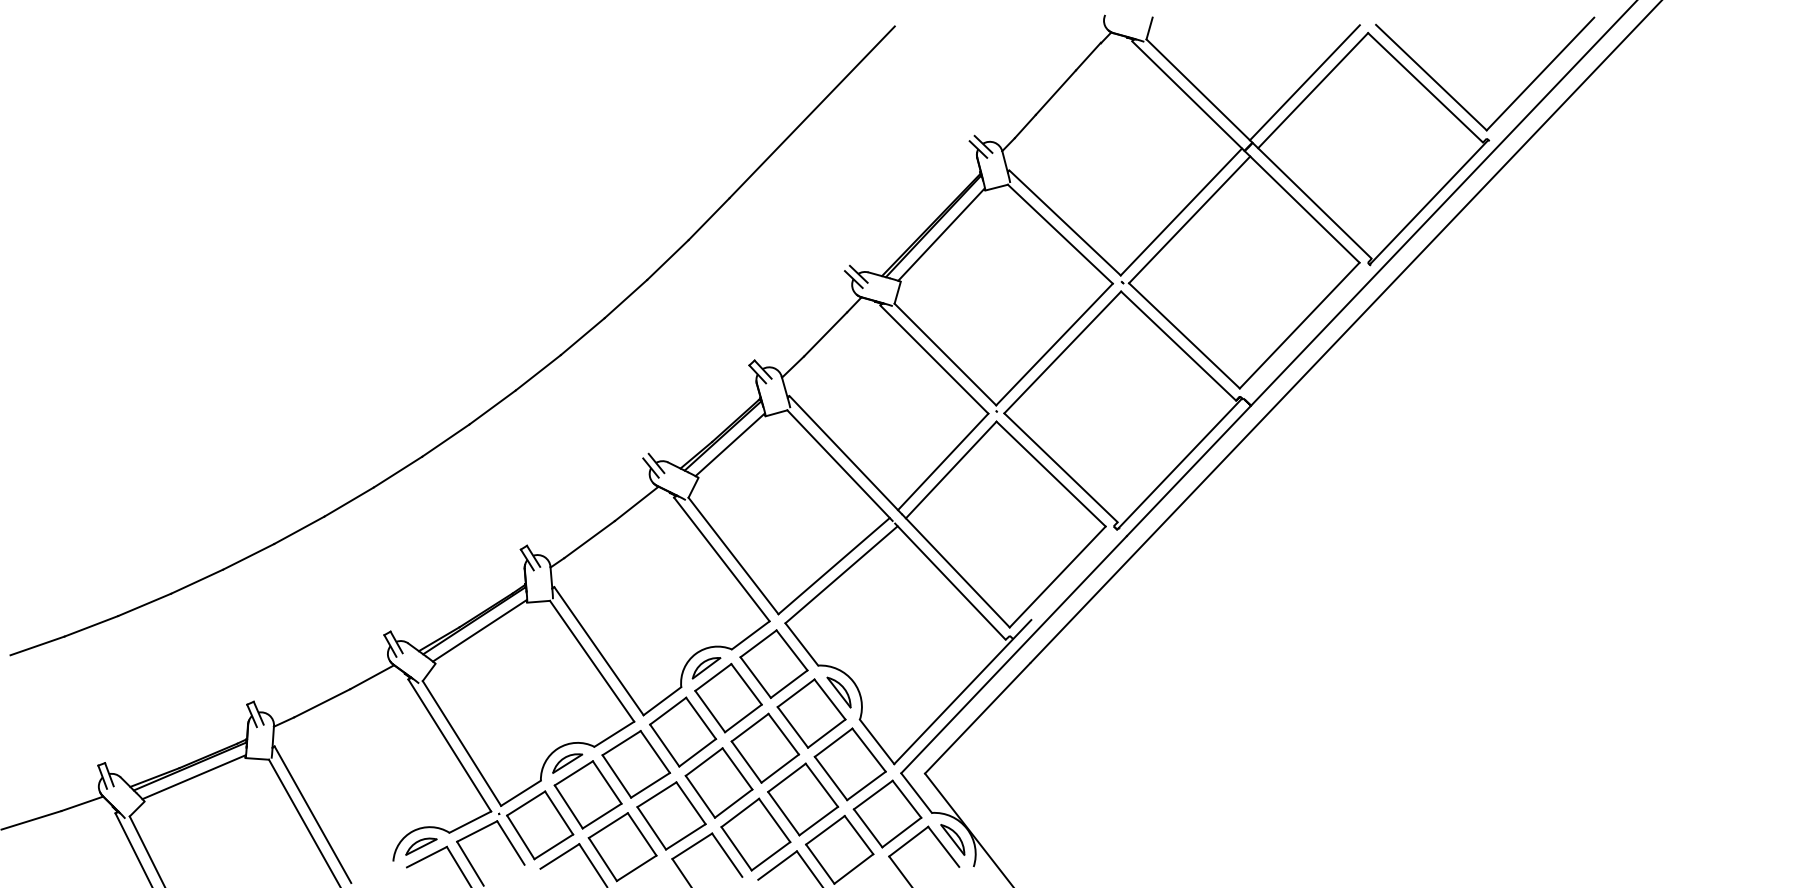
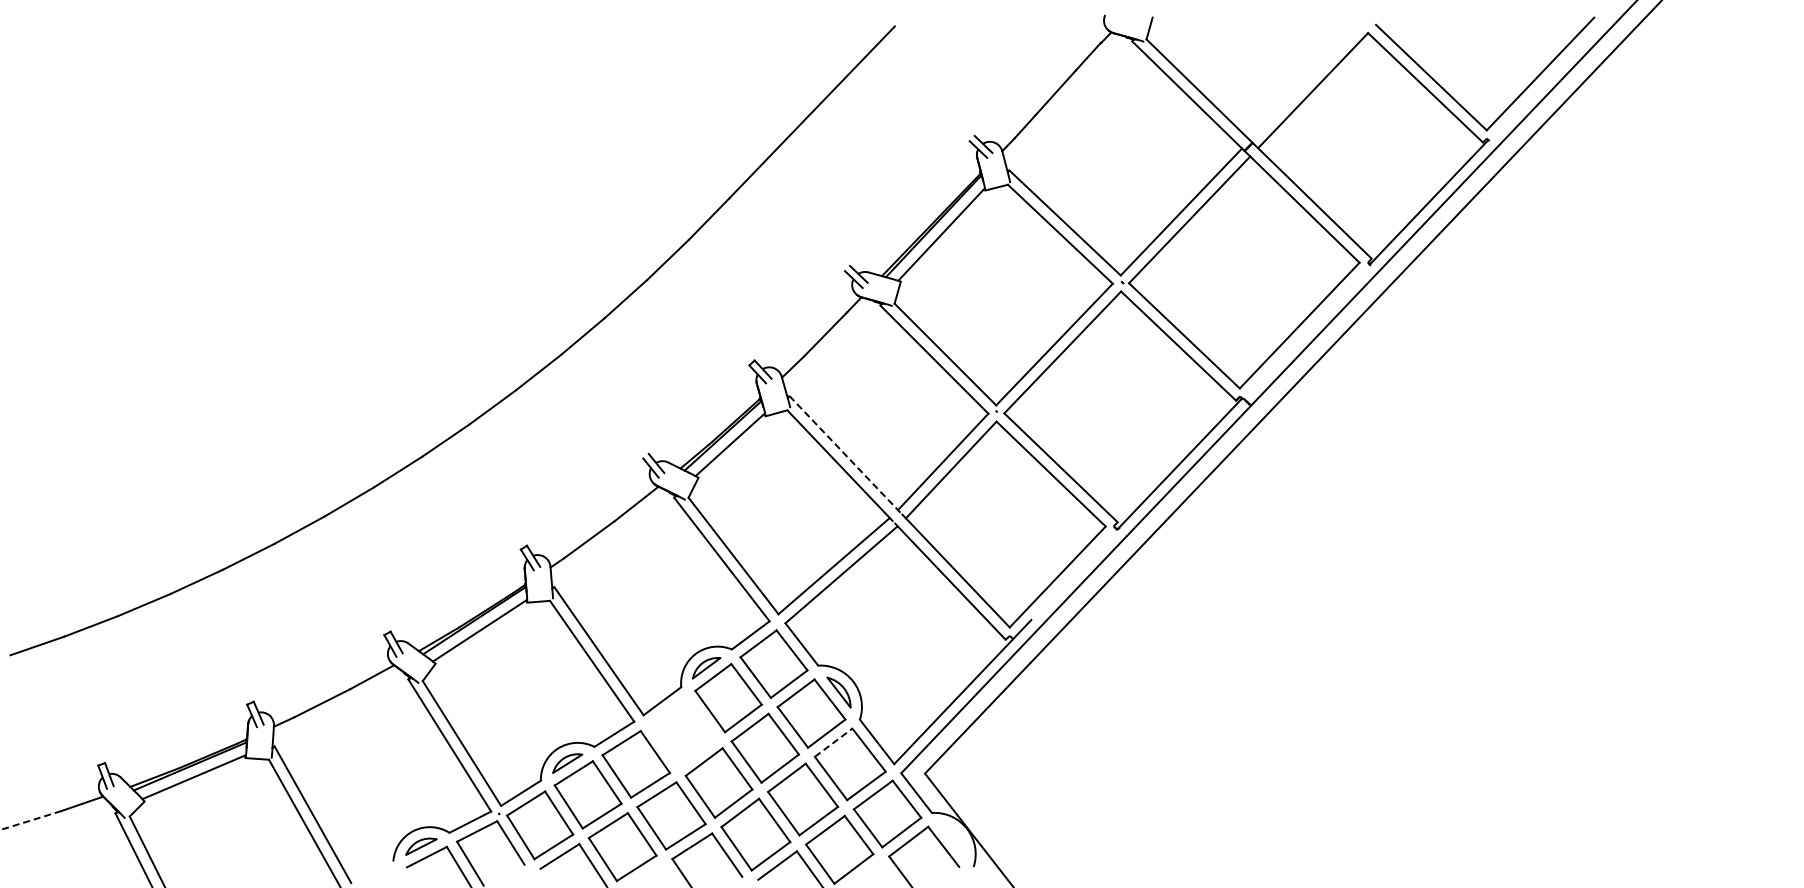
line at (1304, 82): present -> none
line at (845, 455): solid -> dashed
part at (683, 731): present -> none
line at (834, 742): solid -> dashed
line at (31, 820): solid -> dashed
part at (952, 839): present -> none
